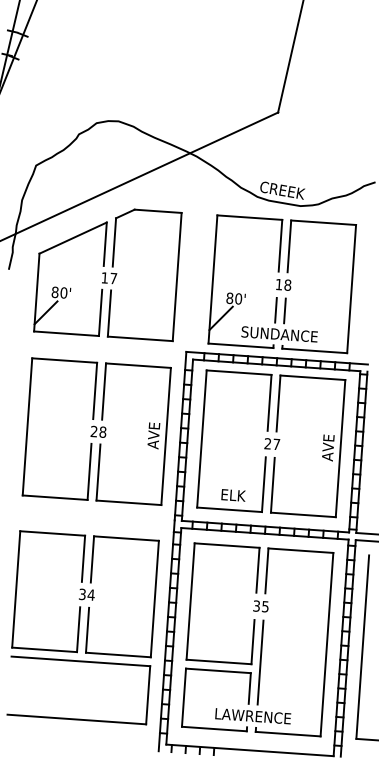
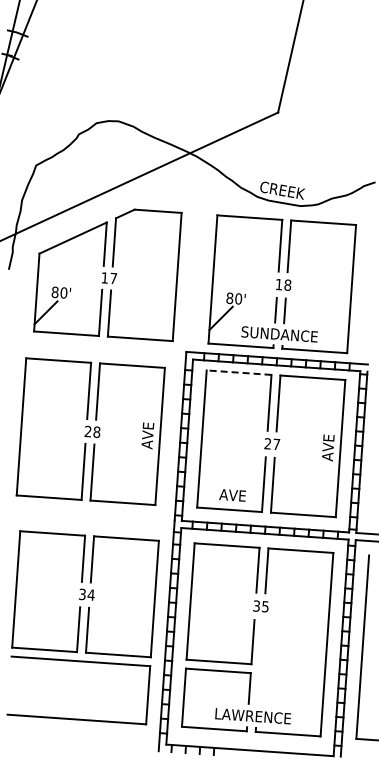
line at (238, 372): solid -> dashed
part at (96, 431) position: (96, 431) -> (90, 431)
text at (232, 495): ELK -> AVE
line at (260, 662): present -> none
